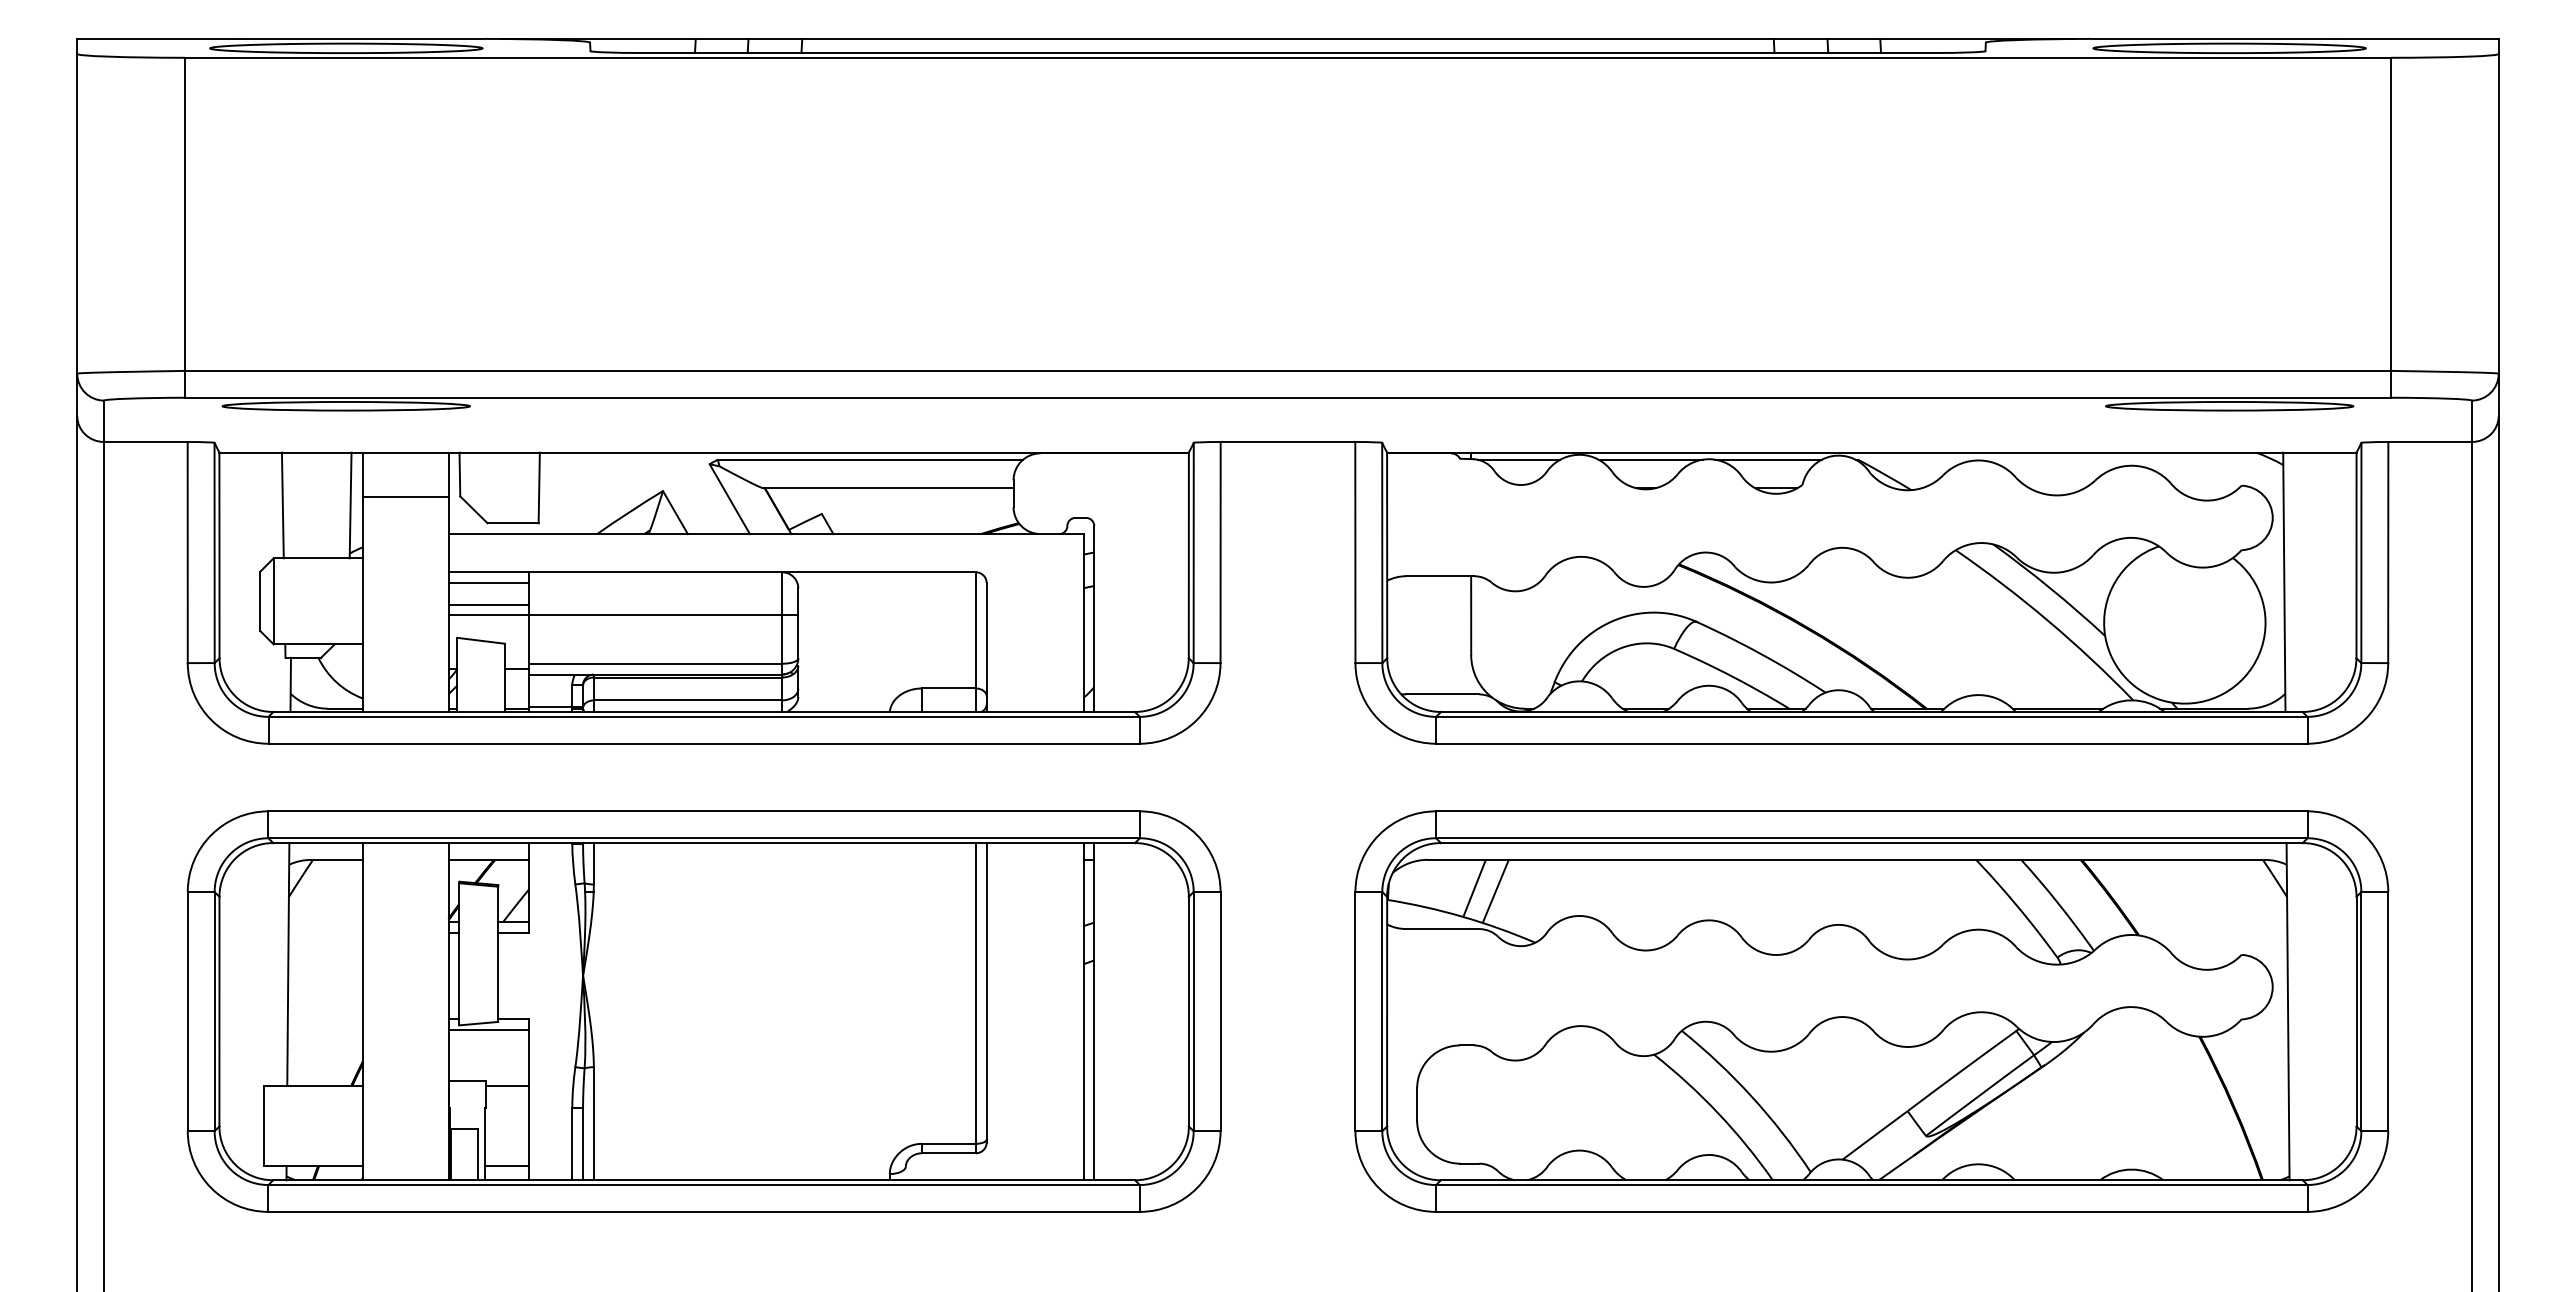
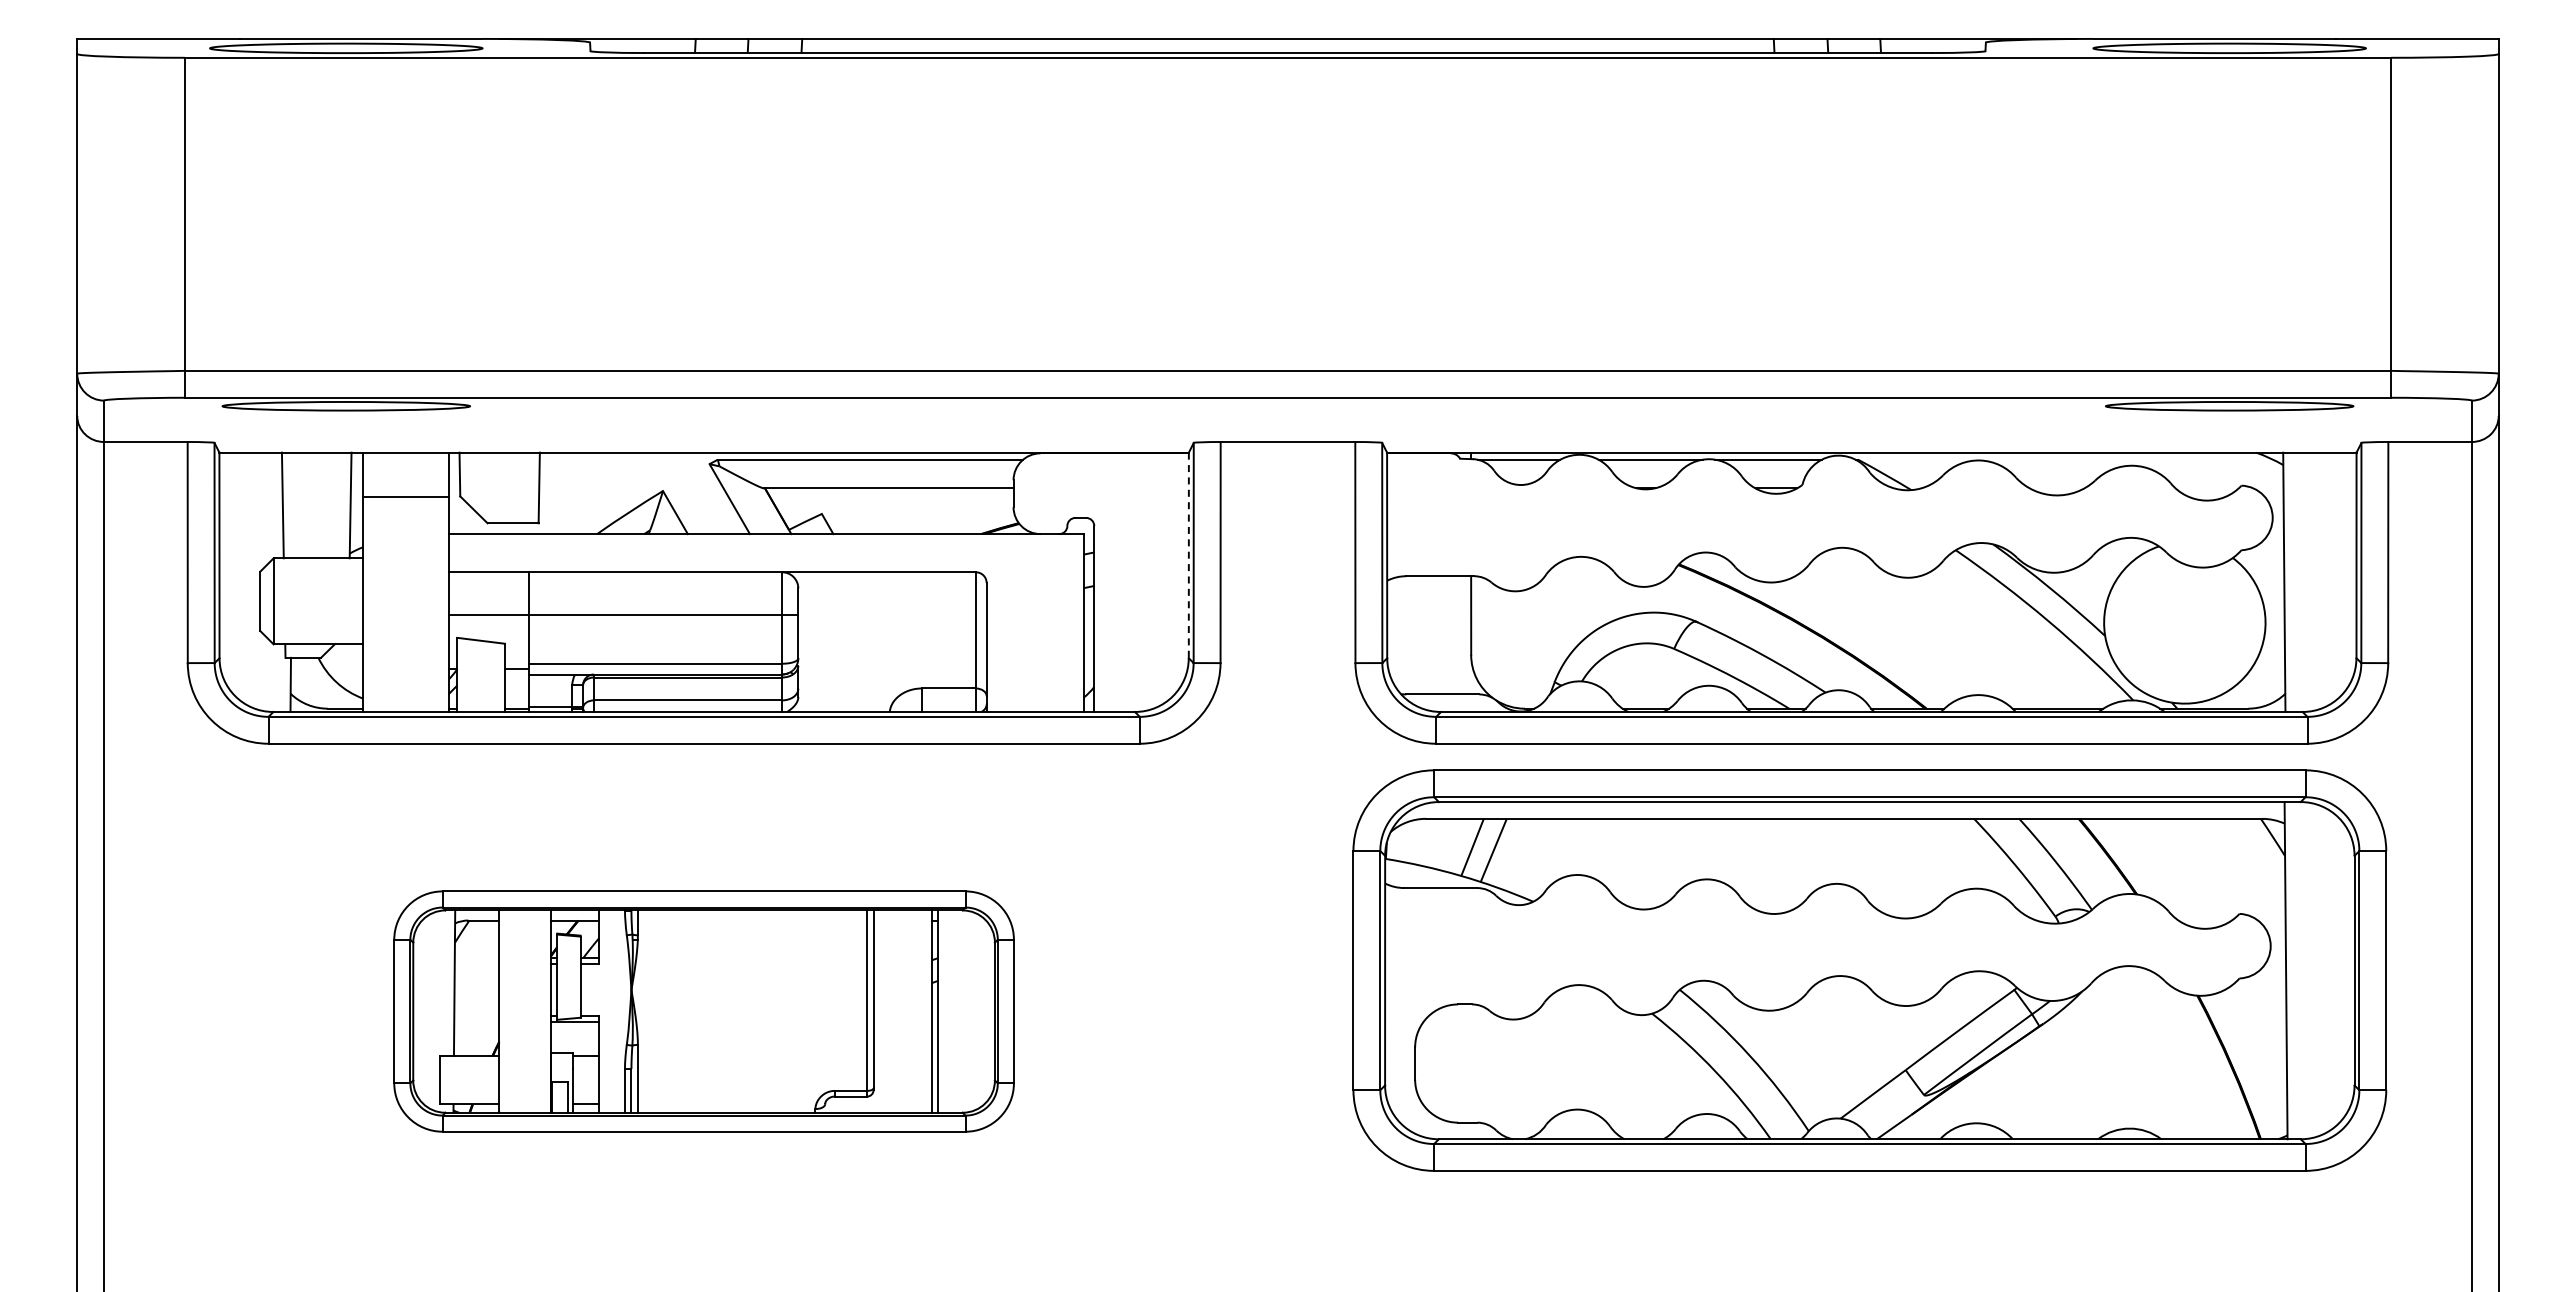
line at (1188, 555): solid -> dashed
line at (488, 583): present -> none
line at (488, 604): present -> none
part at (703, 1011) size: 1036x403 px -> 622x243 px
part at (1871, 1011) position: (1871, 1011) -> (1869, 970)
